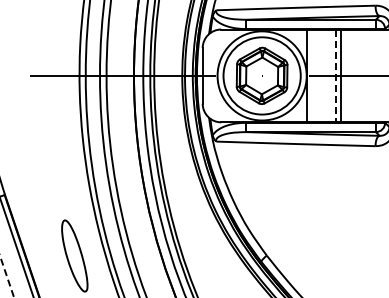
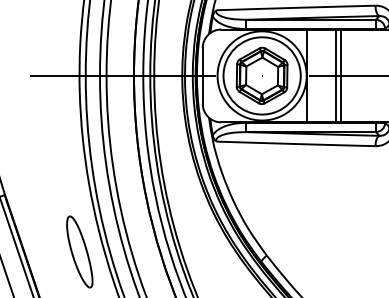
line at (336, 76): dashed -> solid
part at (74, 255) position: (74, 255) -> (79, 251)
line at (6, 276): dashed -> solid
